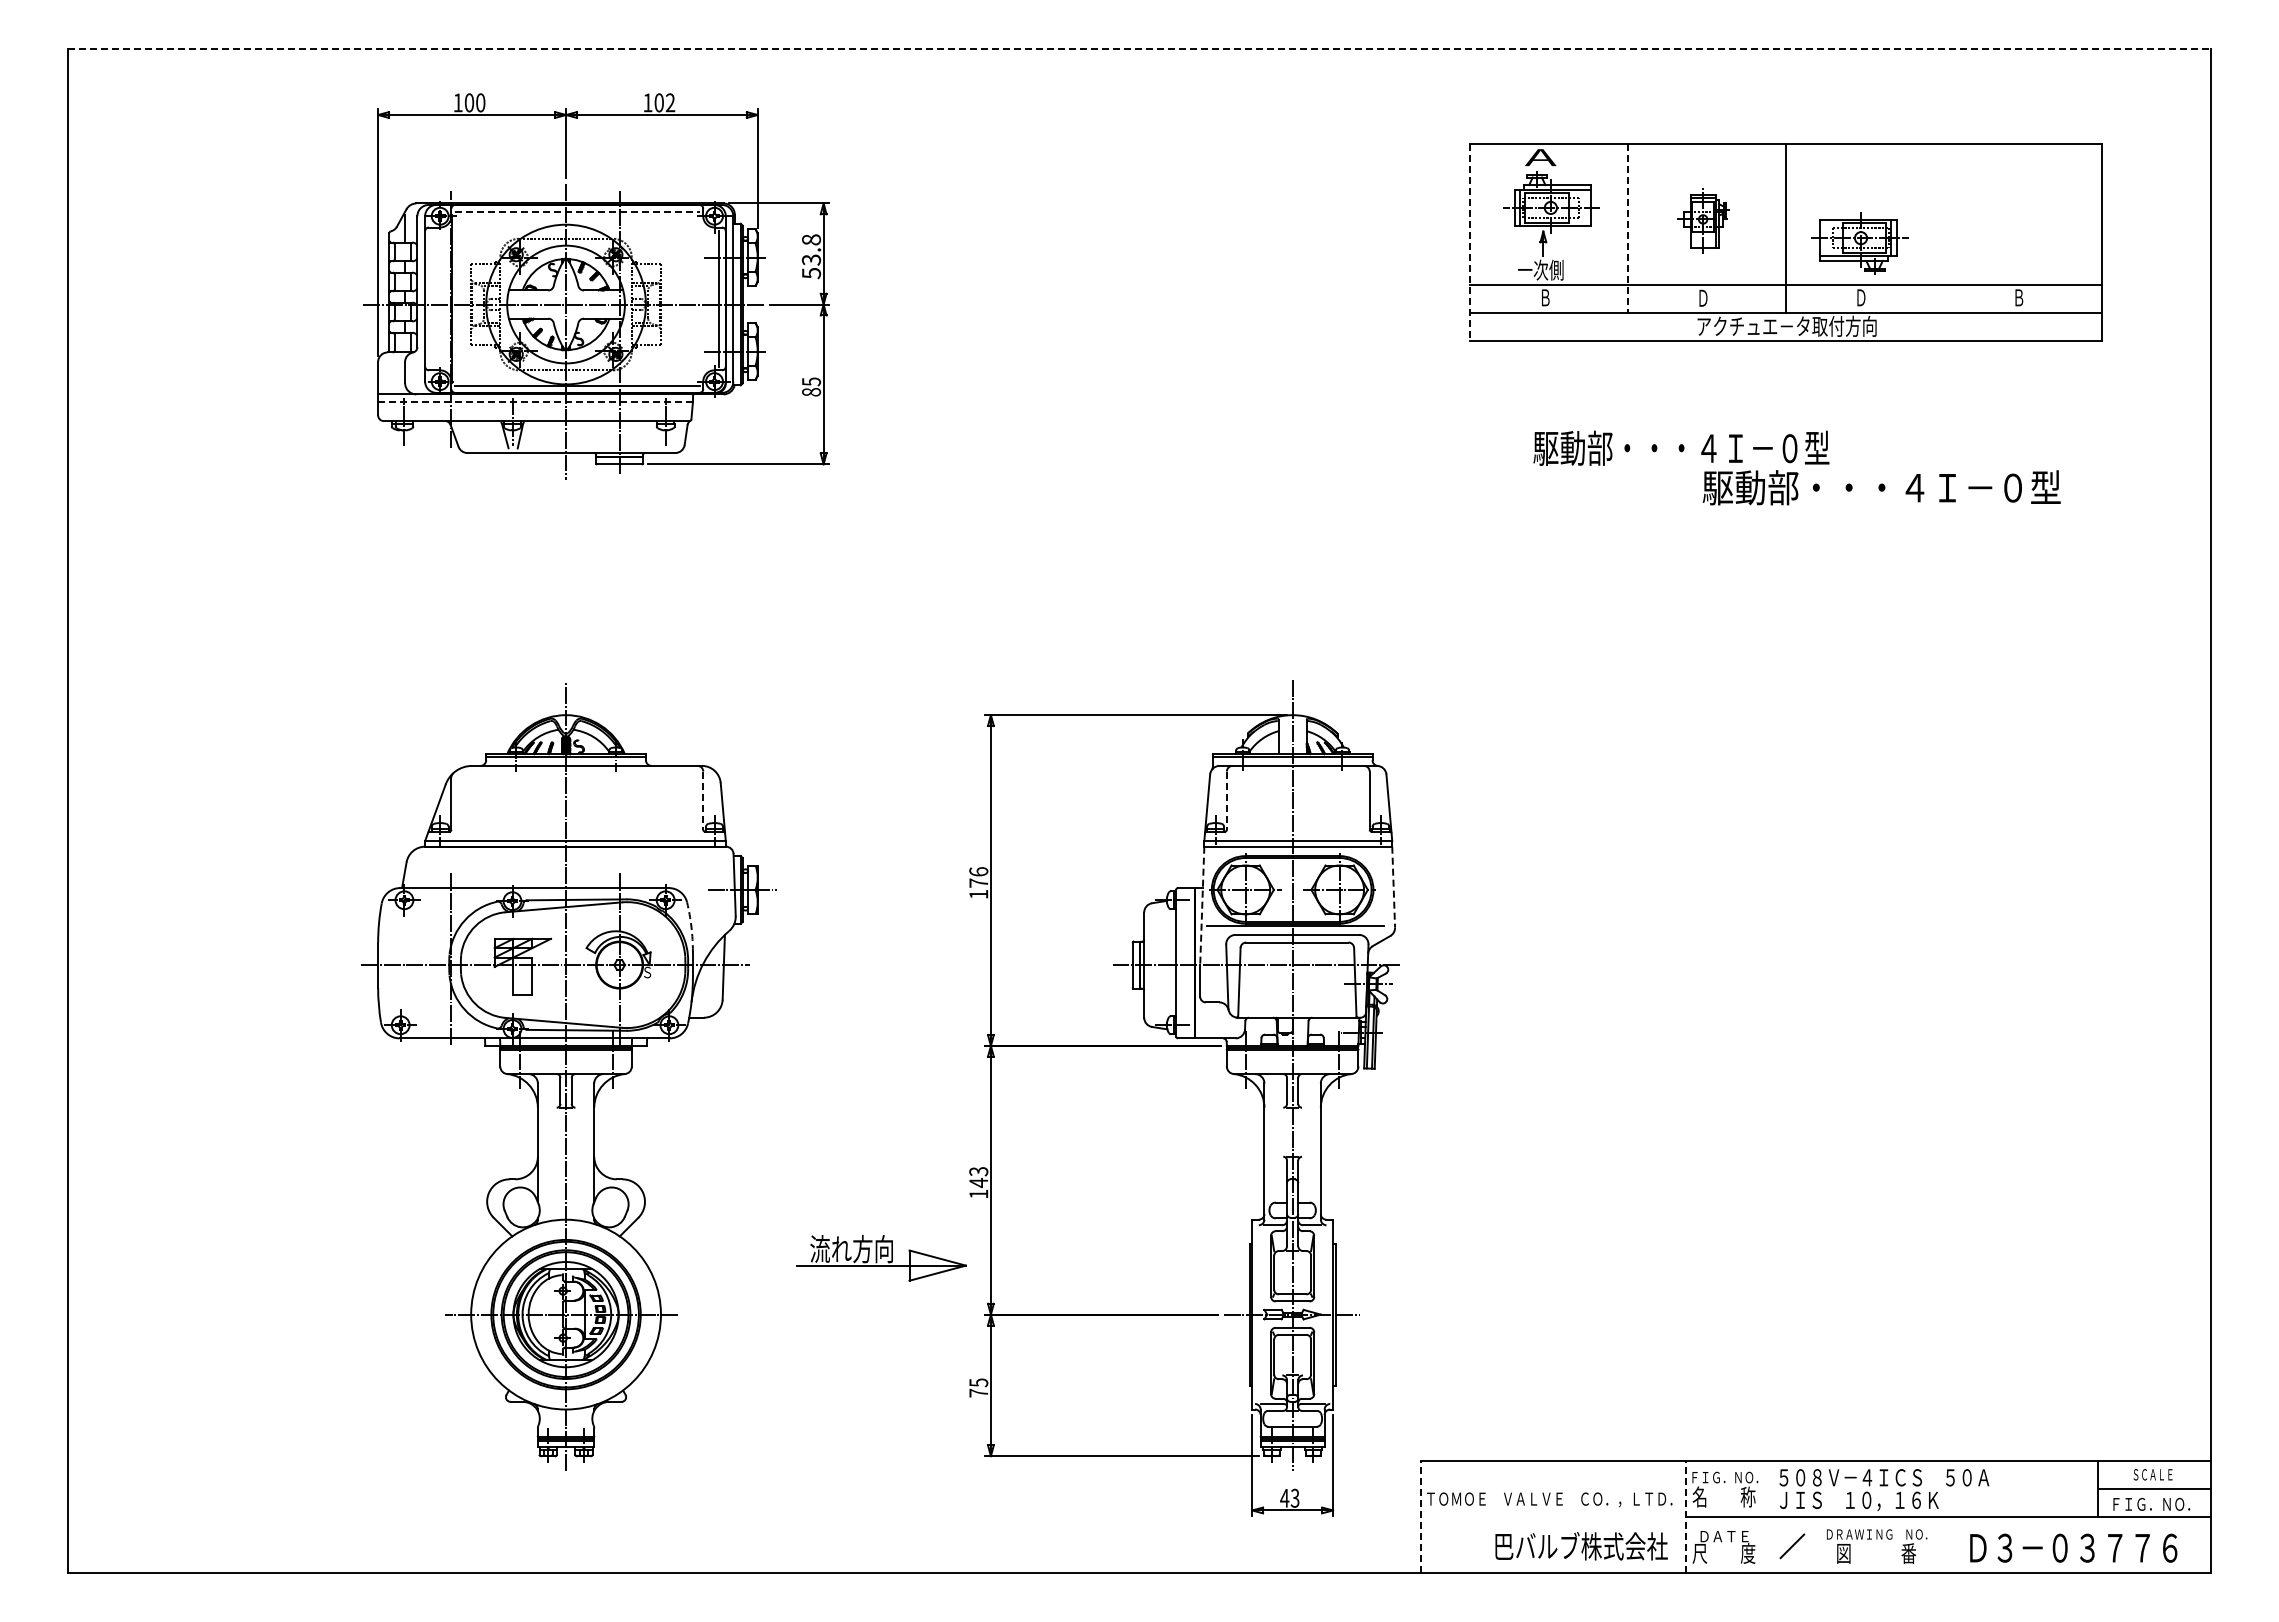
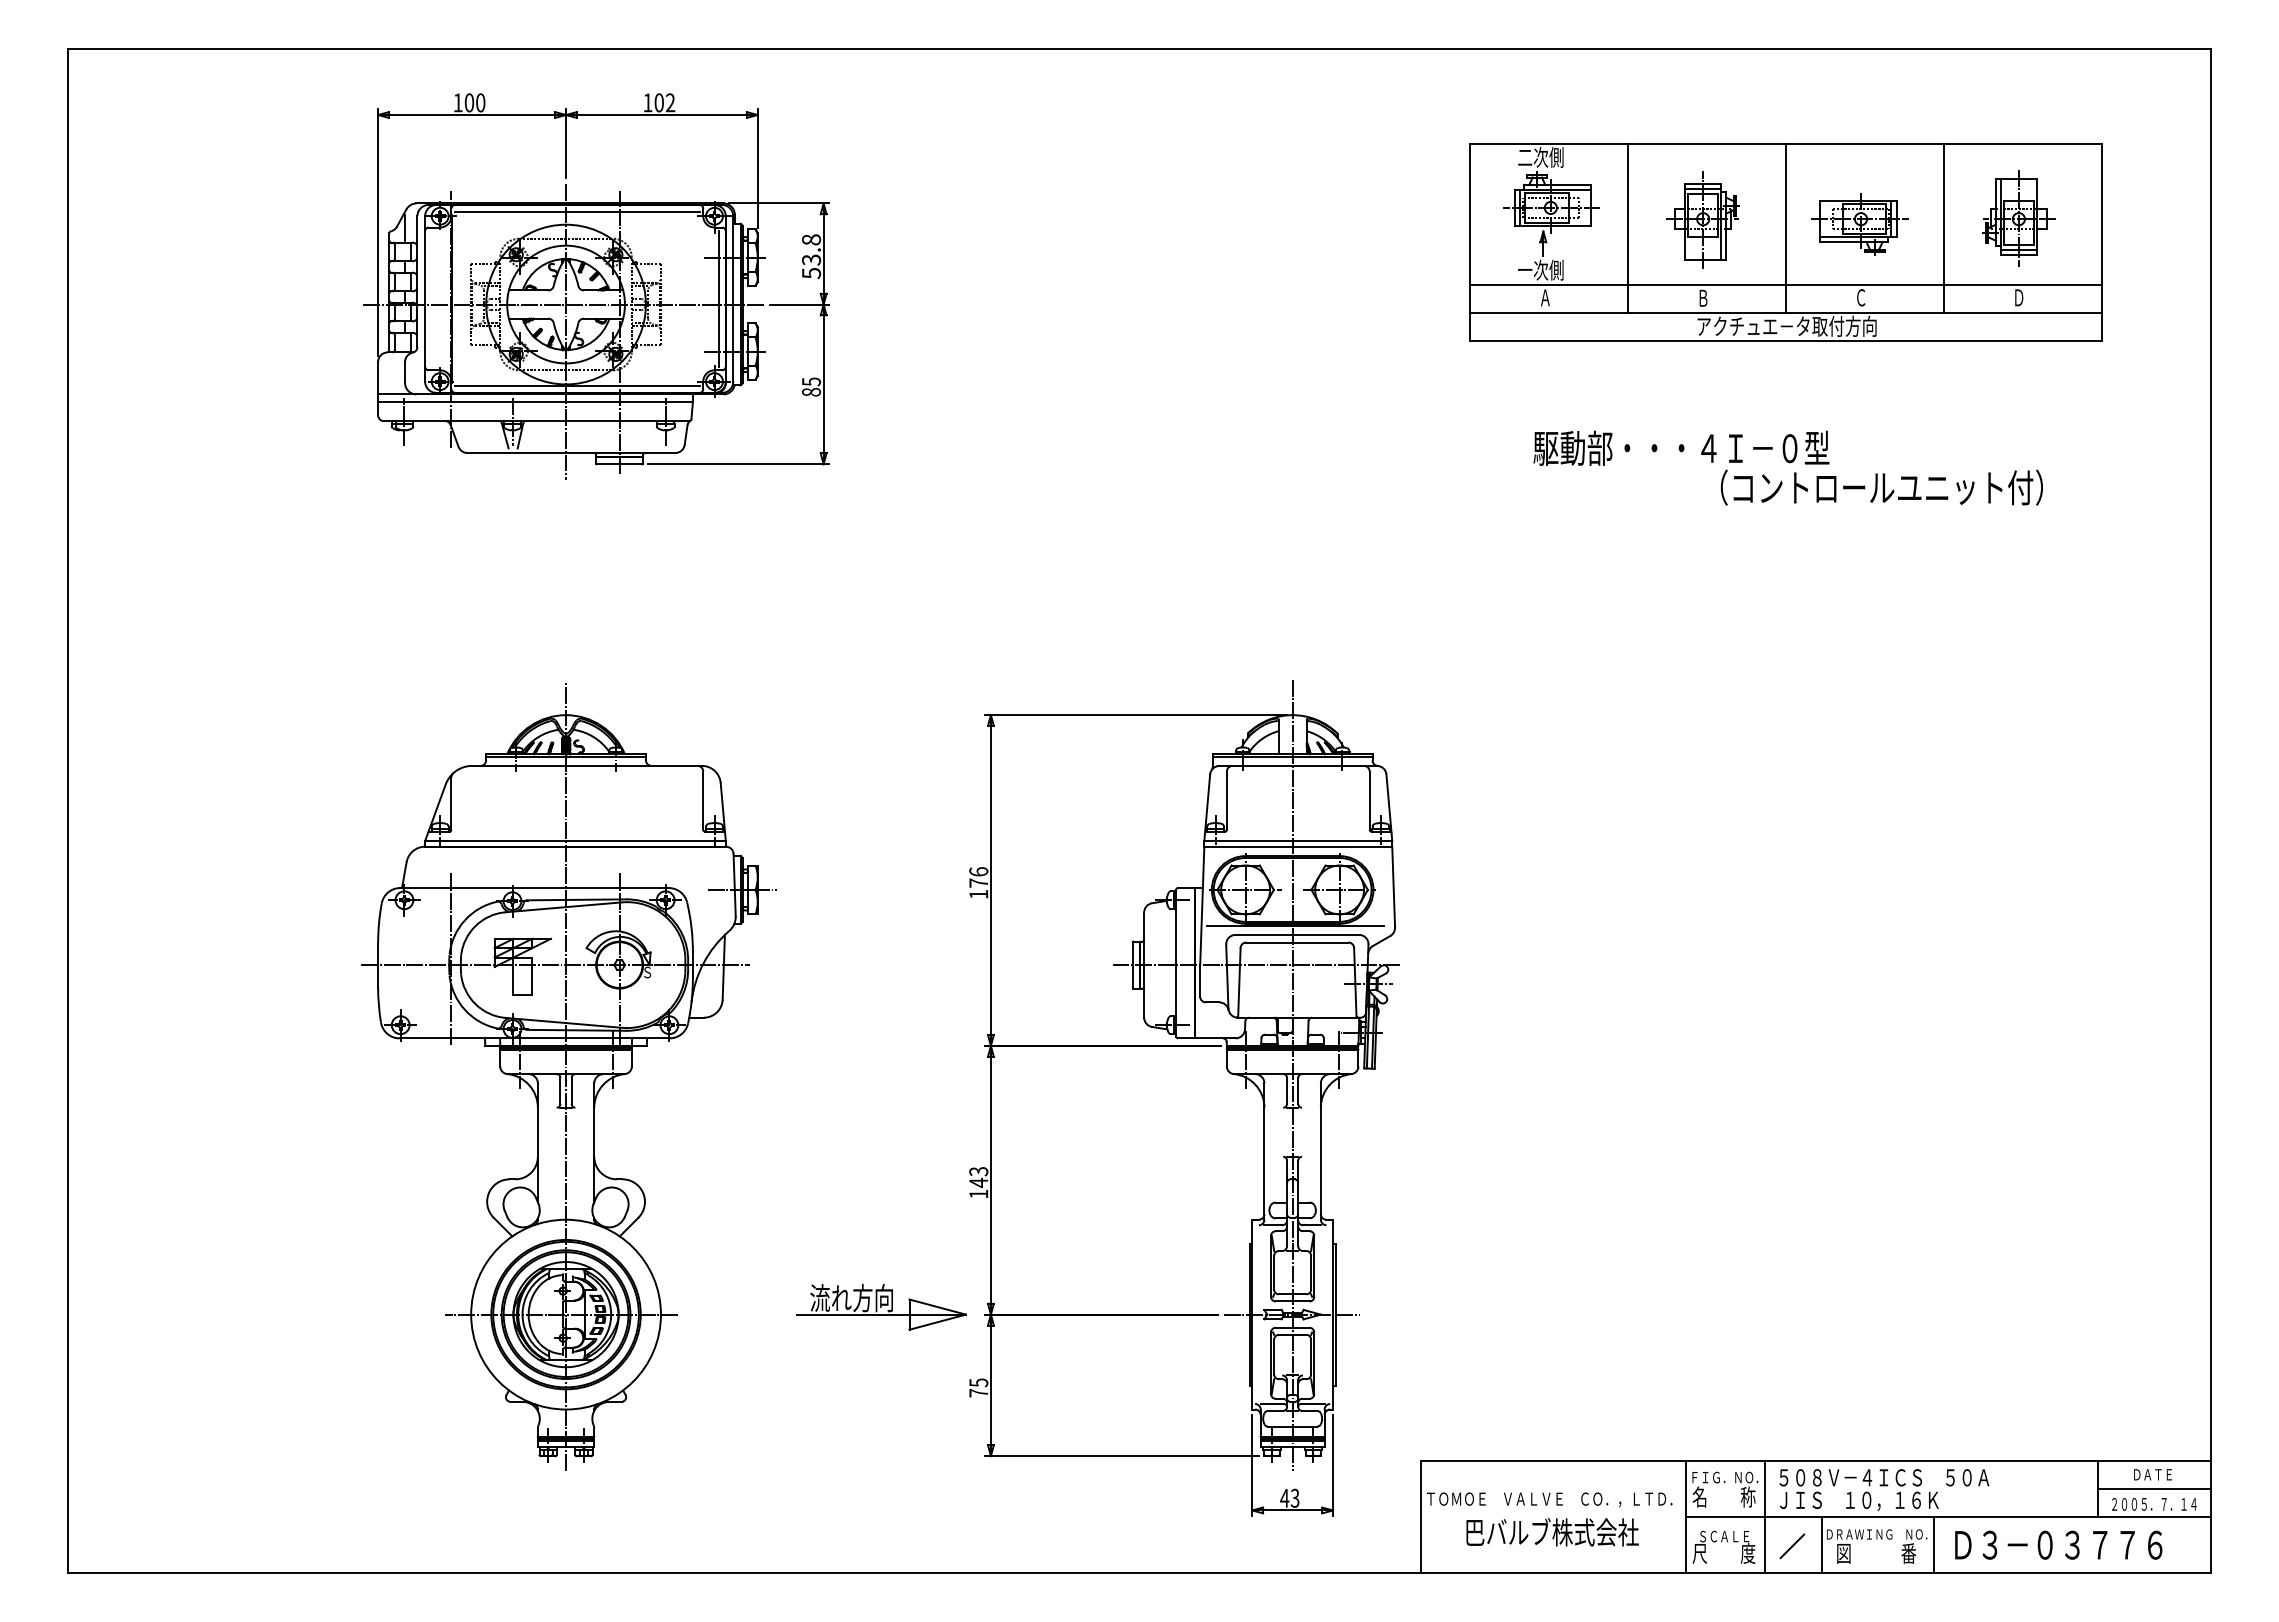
line at (1139, 48): dashed -> solid
text at (1540, 157): Ａ -> 二次側
line at (577, 211): dashed -> solid
part at (2018, 218): none -> present
part at (1703, 220) size: 53x66 px -> 74x98 px
line at (1943, 227): none -> present
line at (1628, 228): dashed -> solid
line at (1470, 242): dashed -> solid
part at (1859, 243) position: (1859, 243) -> (1859, 224)
text at (1545, 297): Ｂ -> Ａ
text at (1703, 297): Ｄ -> Ｂ
text at (1861, 297): Ｄ -> Ｃ
text at (2019, 297): Ｂ -> Ｄ
line at (536, 402): dashed -> solid
text at (1881, 487): 駆動部・・・４Ｉ－０型 -> （コントロールユニット付）
line at (703, 801): dashed -> solid
line at (1226, 801): dashed -> solid
line at (1393, 887): dashed -> solid
line at (1202, 906): dashed -> solid
arc at (691, 927): dashed -> solid
part at (881, 1257) position: (881, 1257) -> (881, 1306)
text at (2152, 1474): ＳＣＡＬＥ -> ＤＡＴＥ
text at (2154, 1503): ＦＩＧ．ＮＯ． -> ２００５．７．１４
line at (1421, 1516): dashed -> solid
line at (1686, 1516): dashed -> solid
line at (1765, 1516): none -> present
text at (1724, 1536): ＤＡＴＥ -> ＳＣＡＬＥ
line at (1821, 1545): none -> present
line at (1934, 1545): none -> present
text at (1581, 1546) position: (1581, 1546) -> (1552, 1532)
text at (2073, 1547) position: (2073, 1547) -> (2058, 1544)
